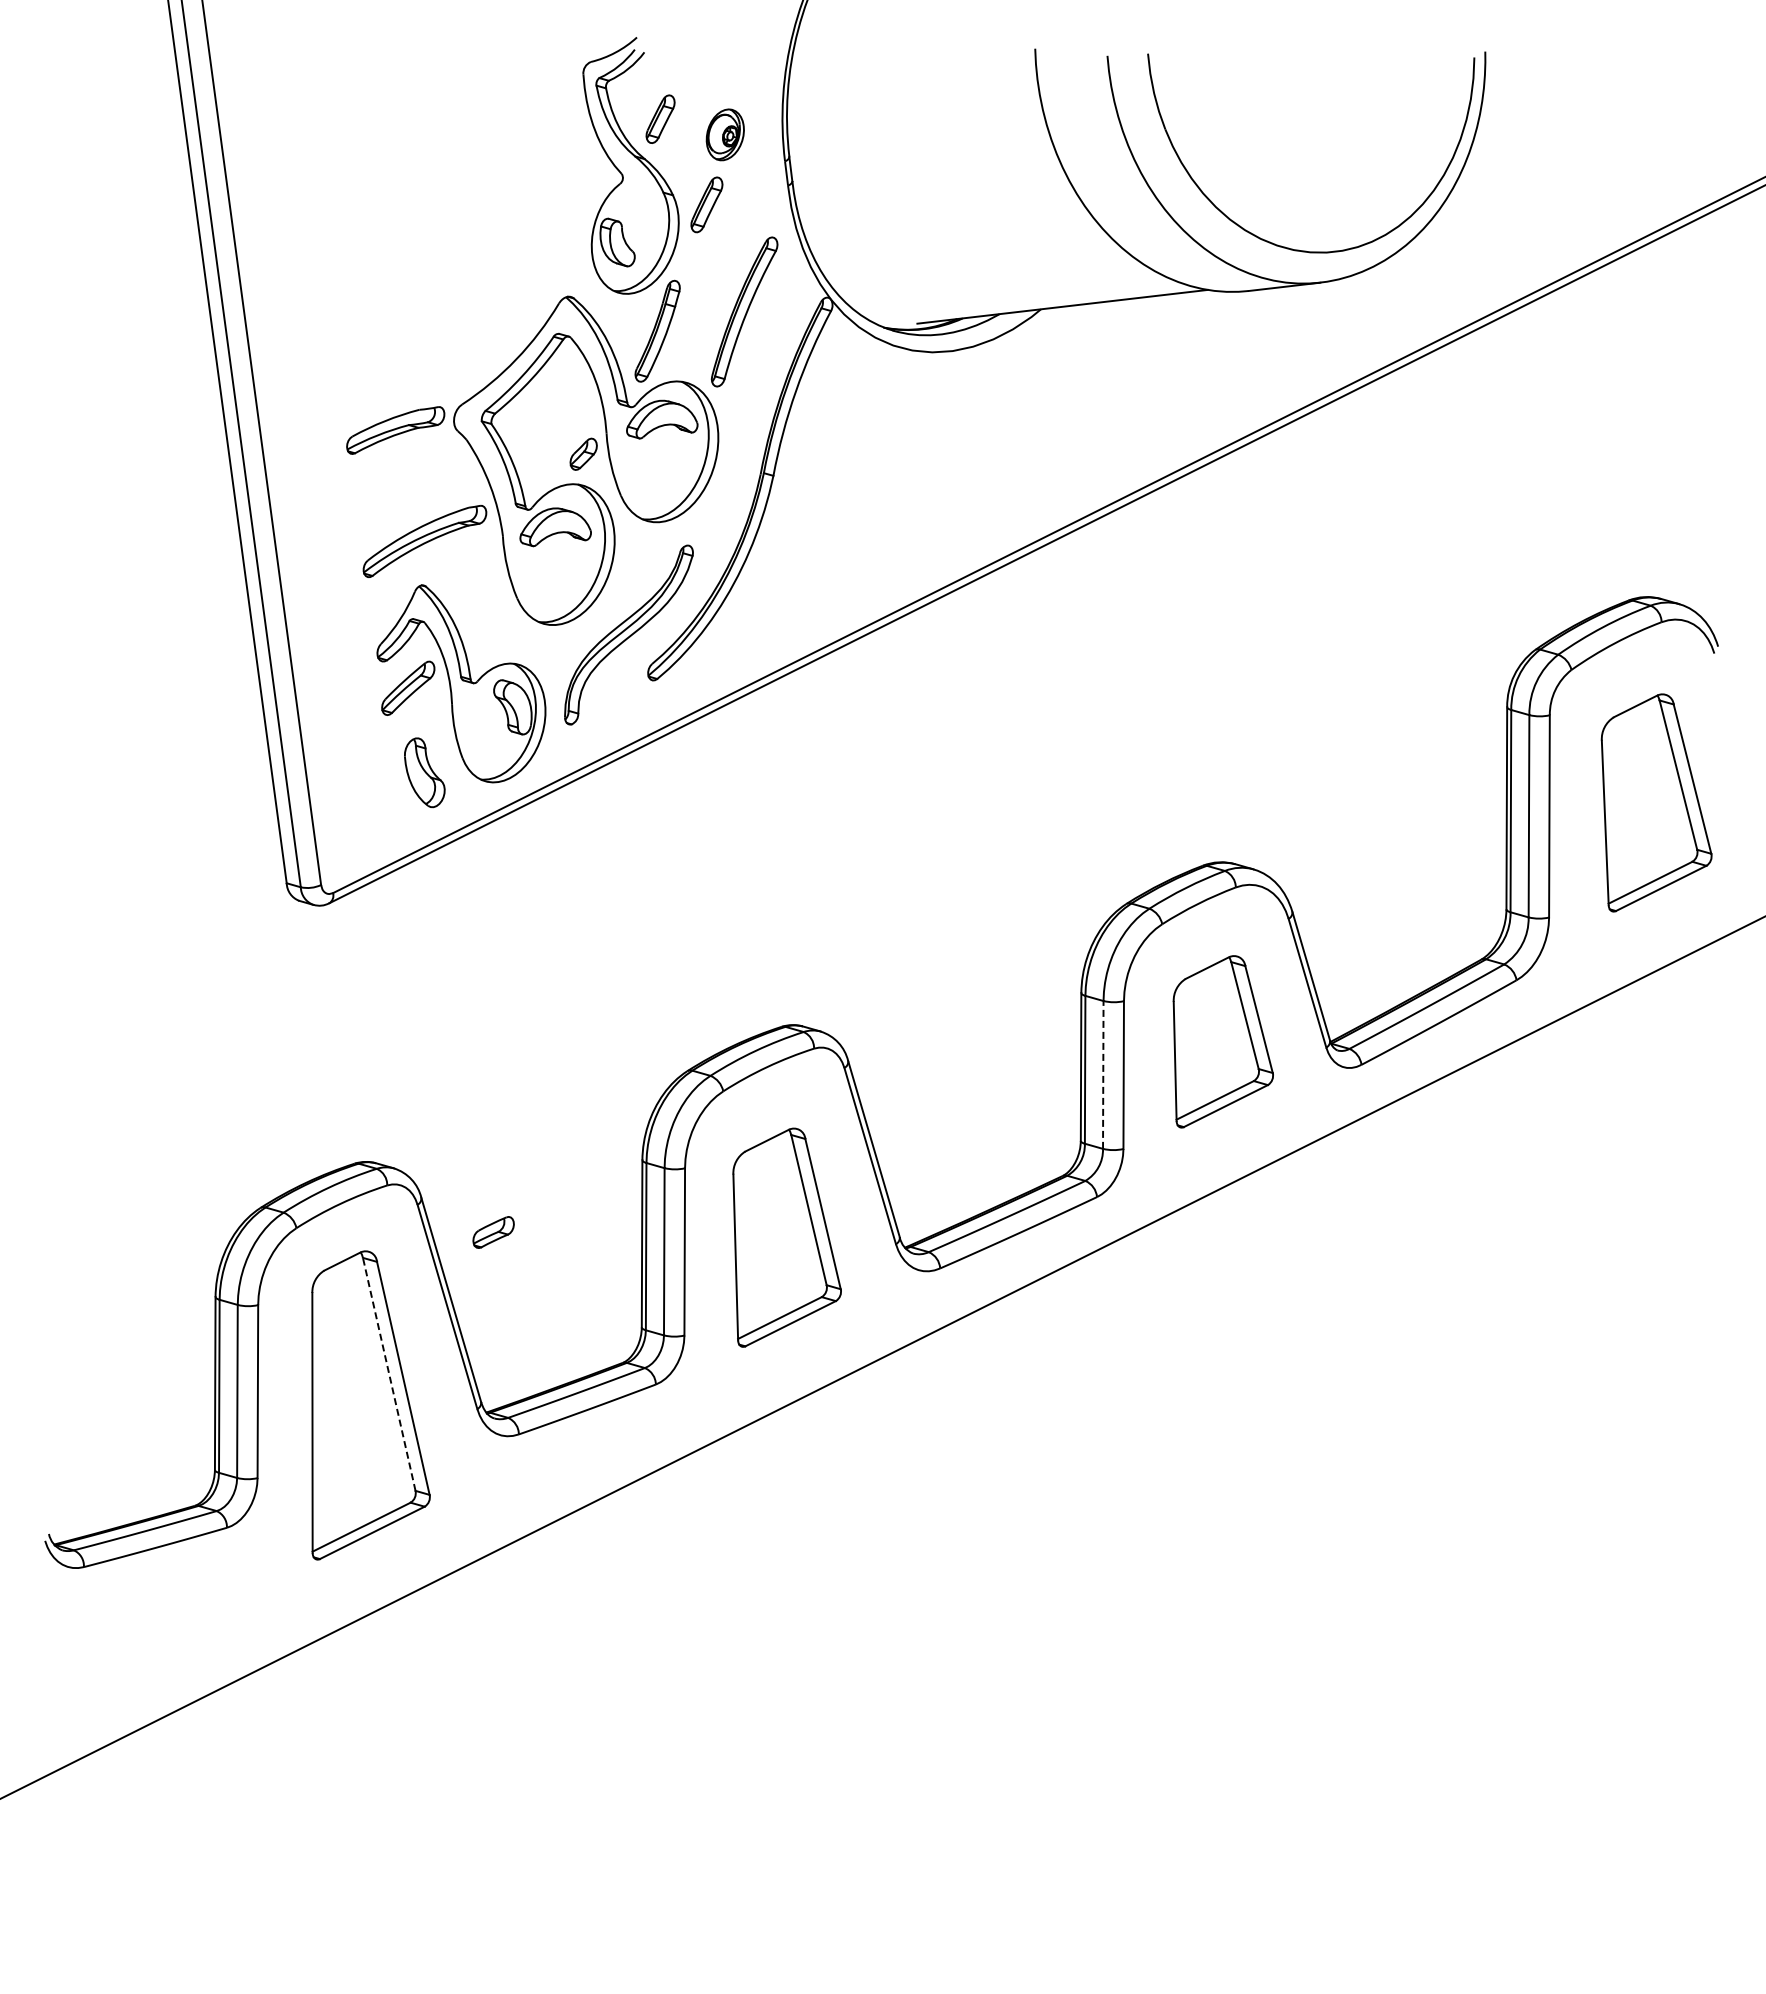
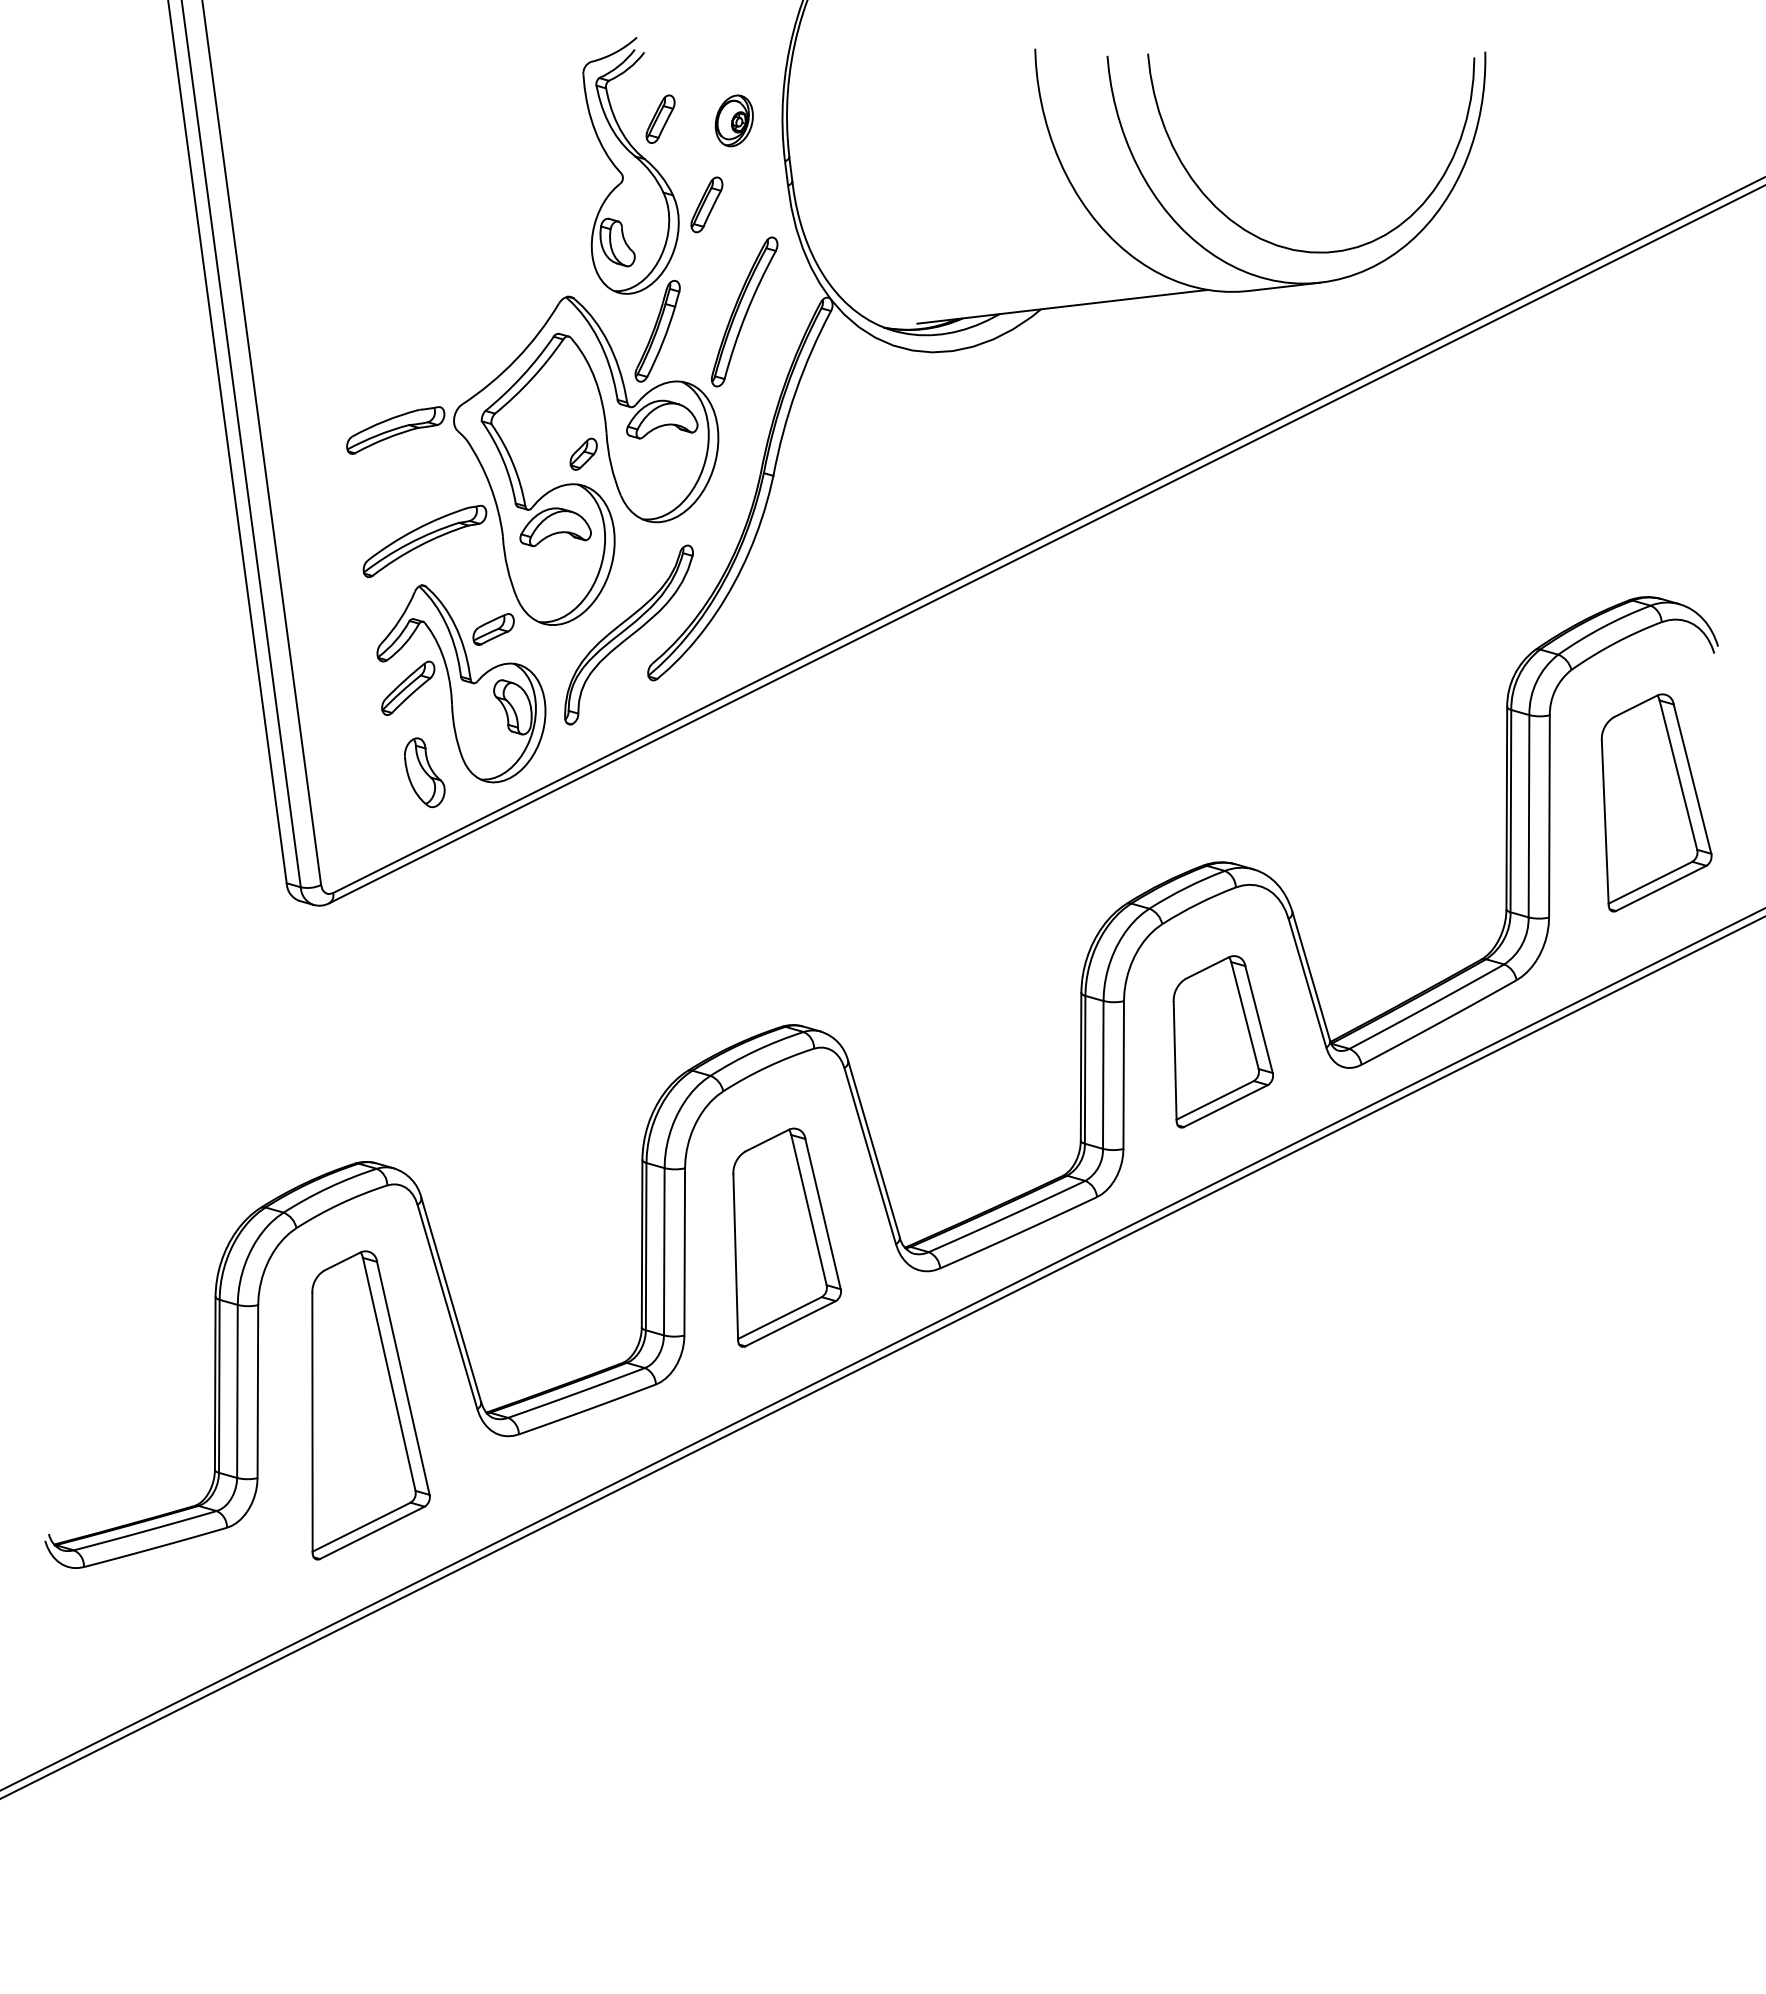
part at (724, 134) position: (724, 134) -> (733, 120)
line at (1103, 1074): dashed -> solid
part at (493, 1232) position: (493, 1232) -> (493, 629)
line at (882, 1349): none -> present
line at (389, 1373): dashed -> solid
